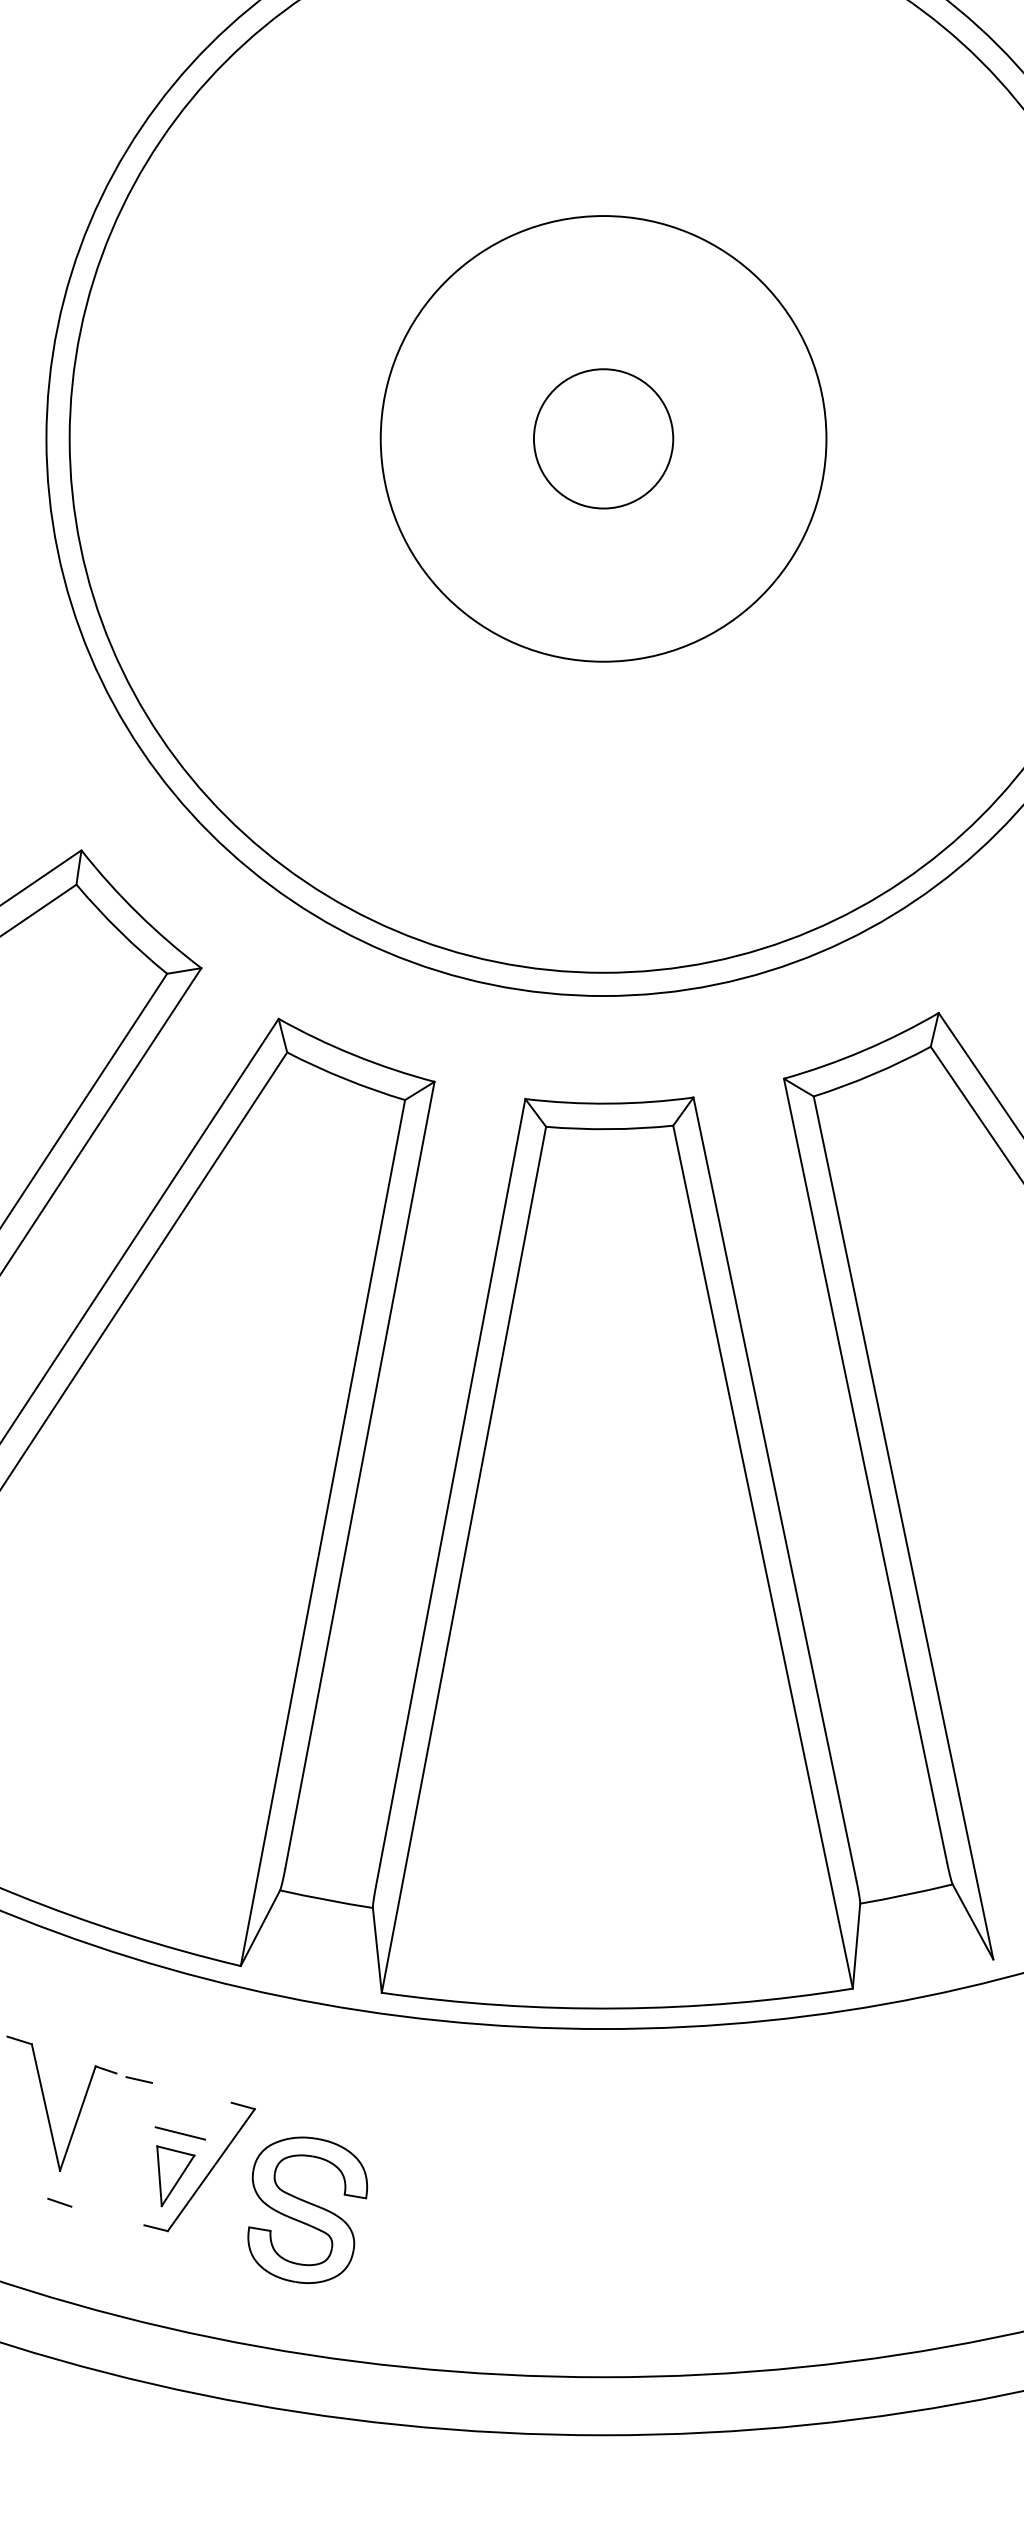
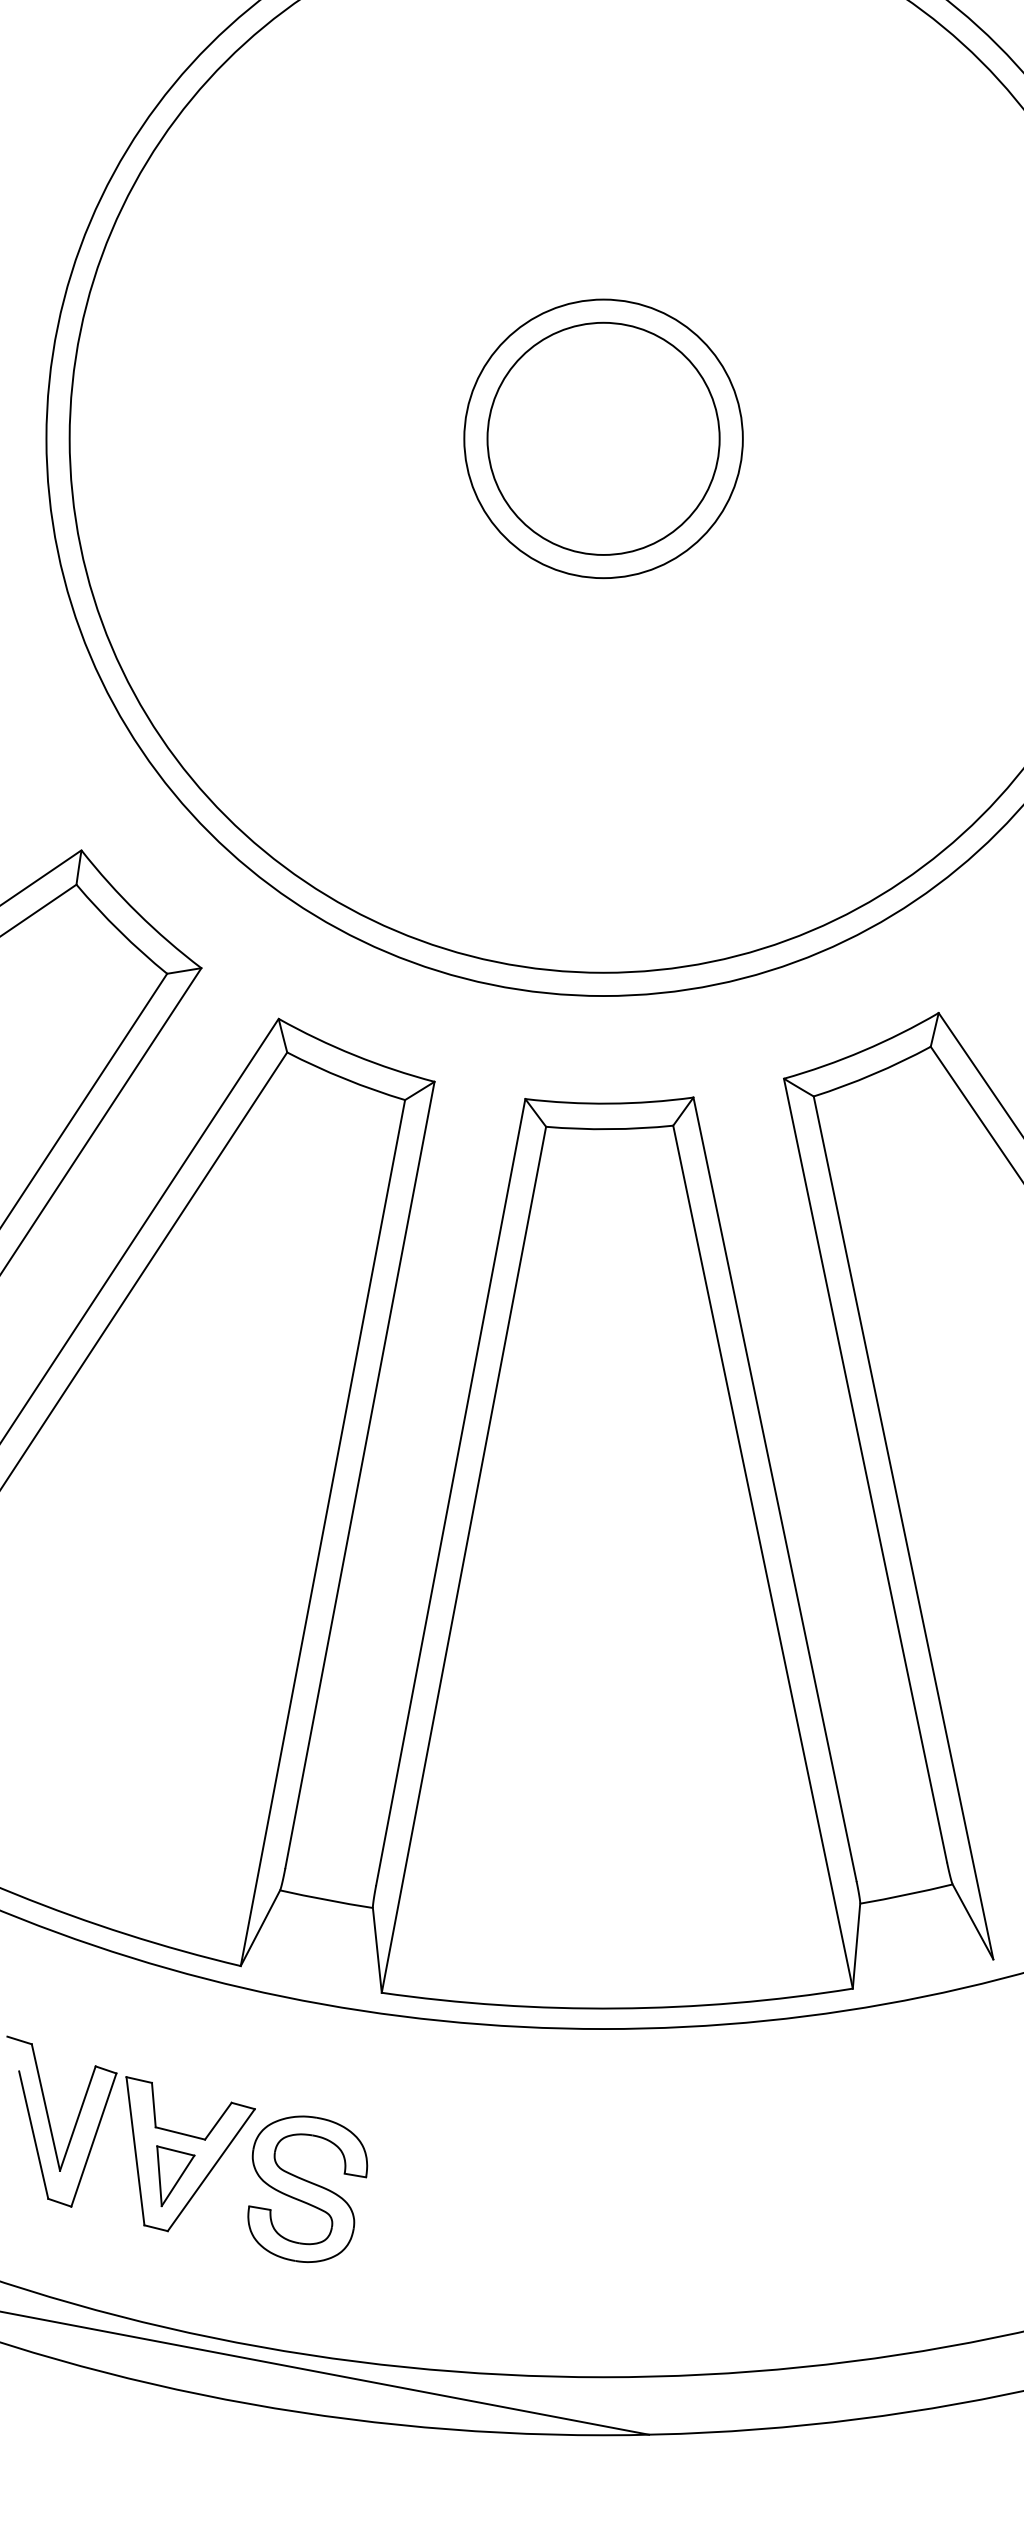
circle at (603, 438) diameter: 139 px -> 232 px
circle at (603, 438) diameter: 446 px -> 279 px
line at (153, 2104): none -> present
line at (218, 2120): none -> present
line at (33, 2134): none -> present
line at (93, 2139): none -> present
line at (135, 2151): none -> present
part at (307, 2209) position: (307, 2209) -> (307, 2188)
line at (325, 2372): none -> present
